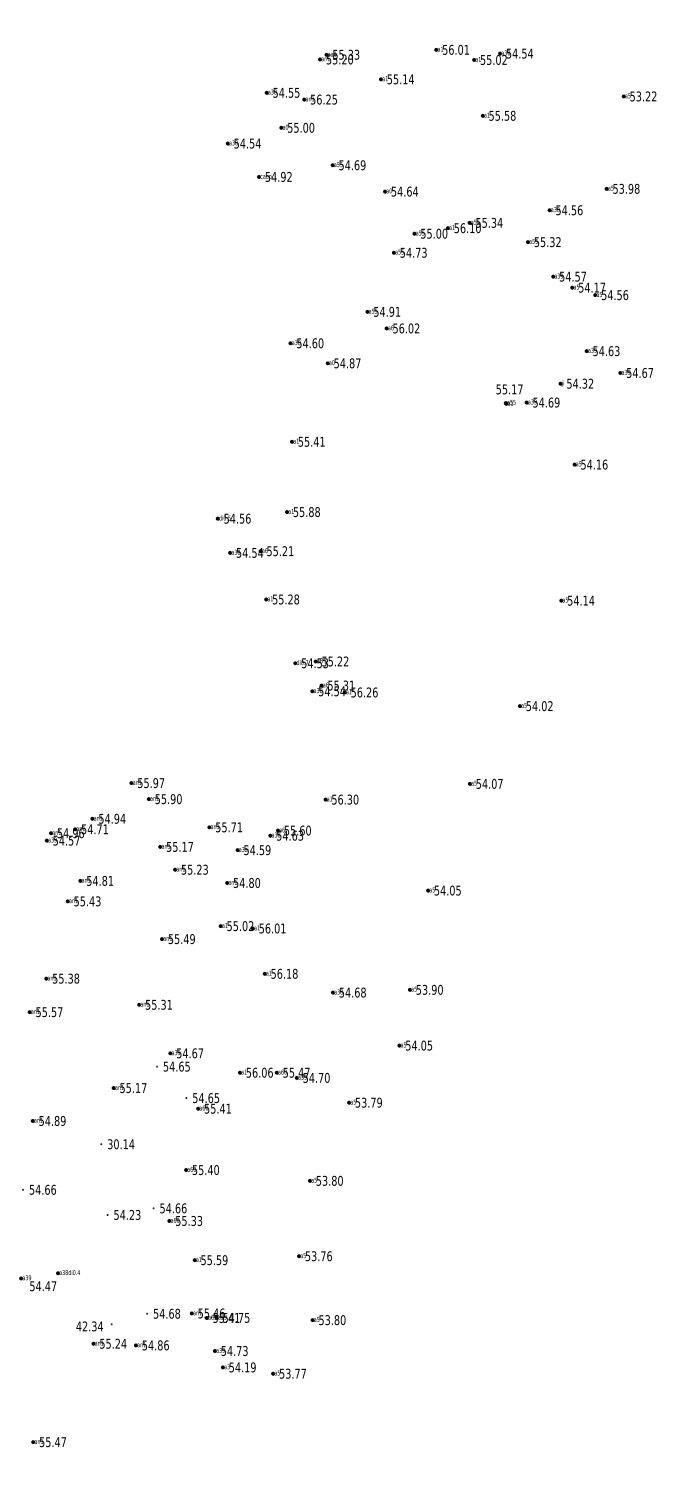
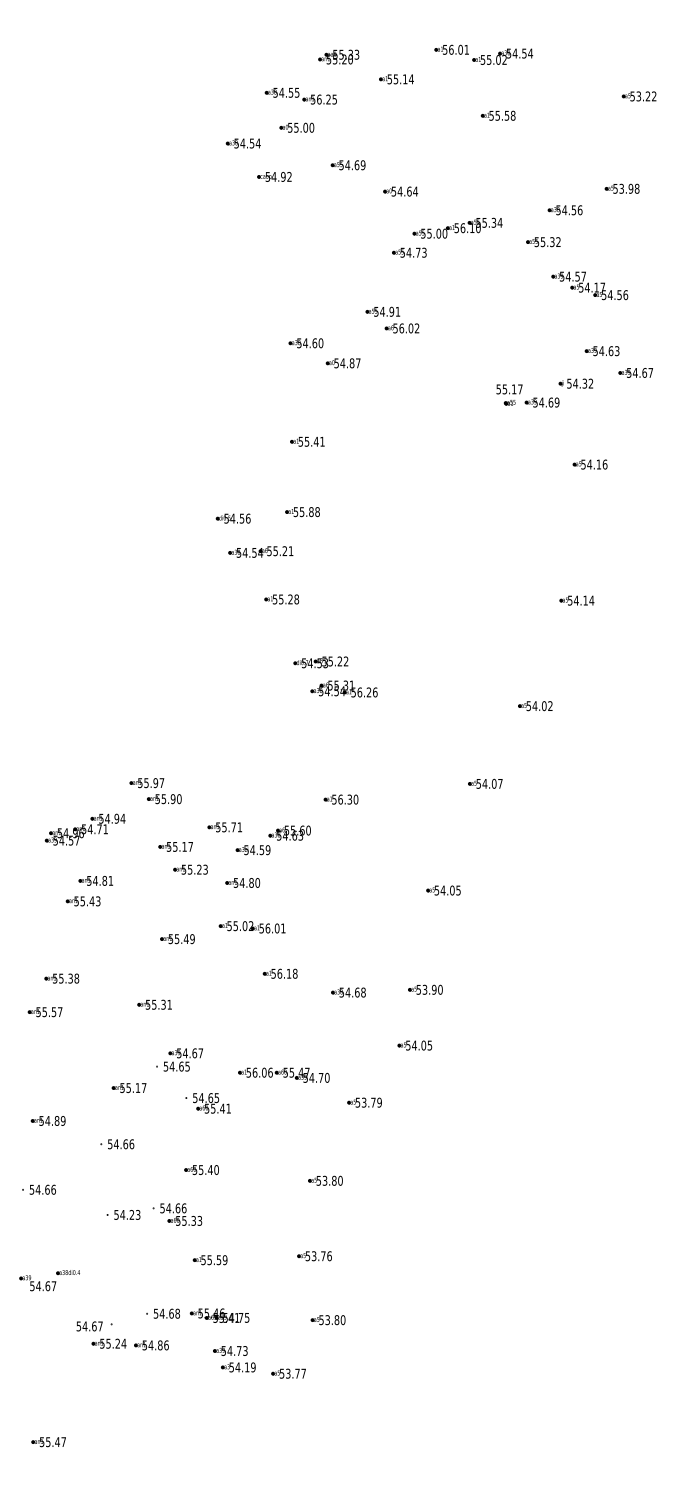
text at (121, 1144): 30.14 -> 54.66
text at (47, 1286): 54.47 -> 54.67
text at (89, 1326): 42.34 -> 54.67
